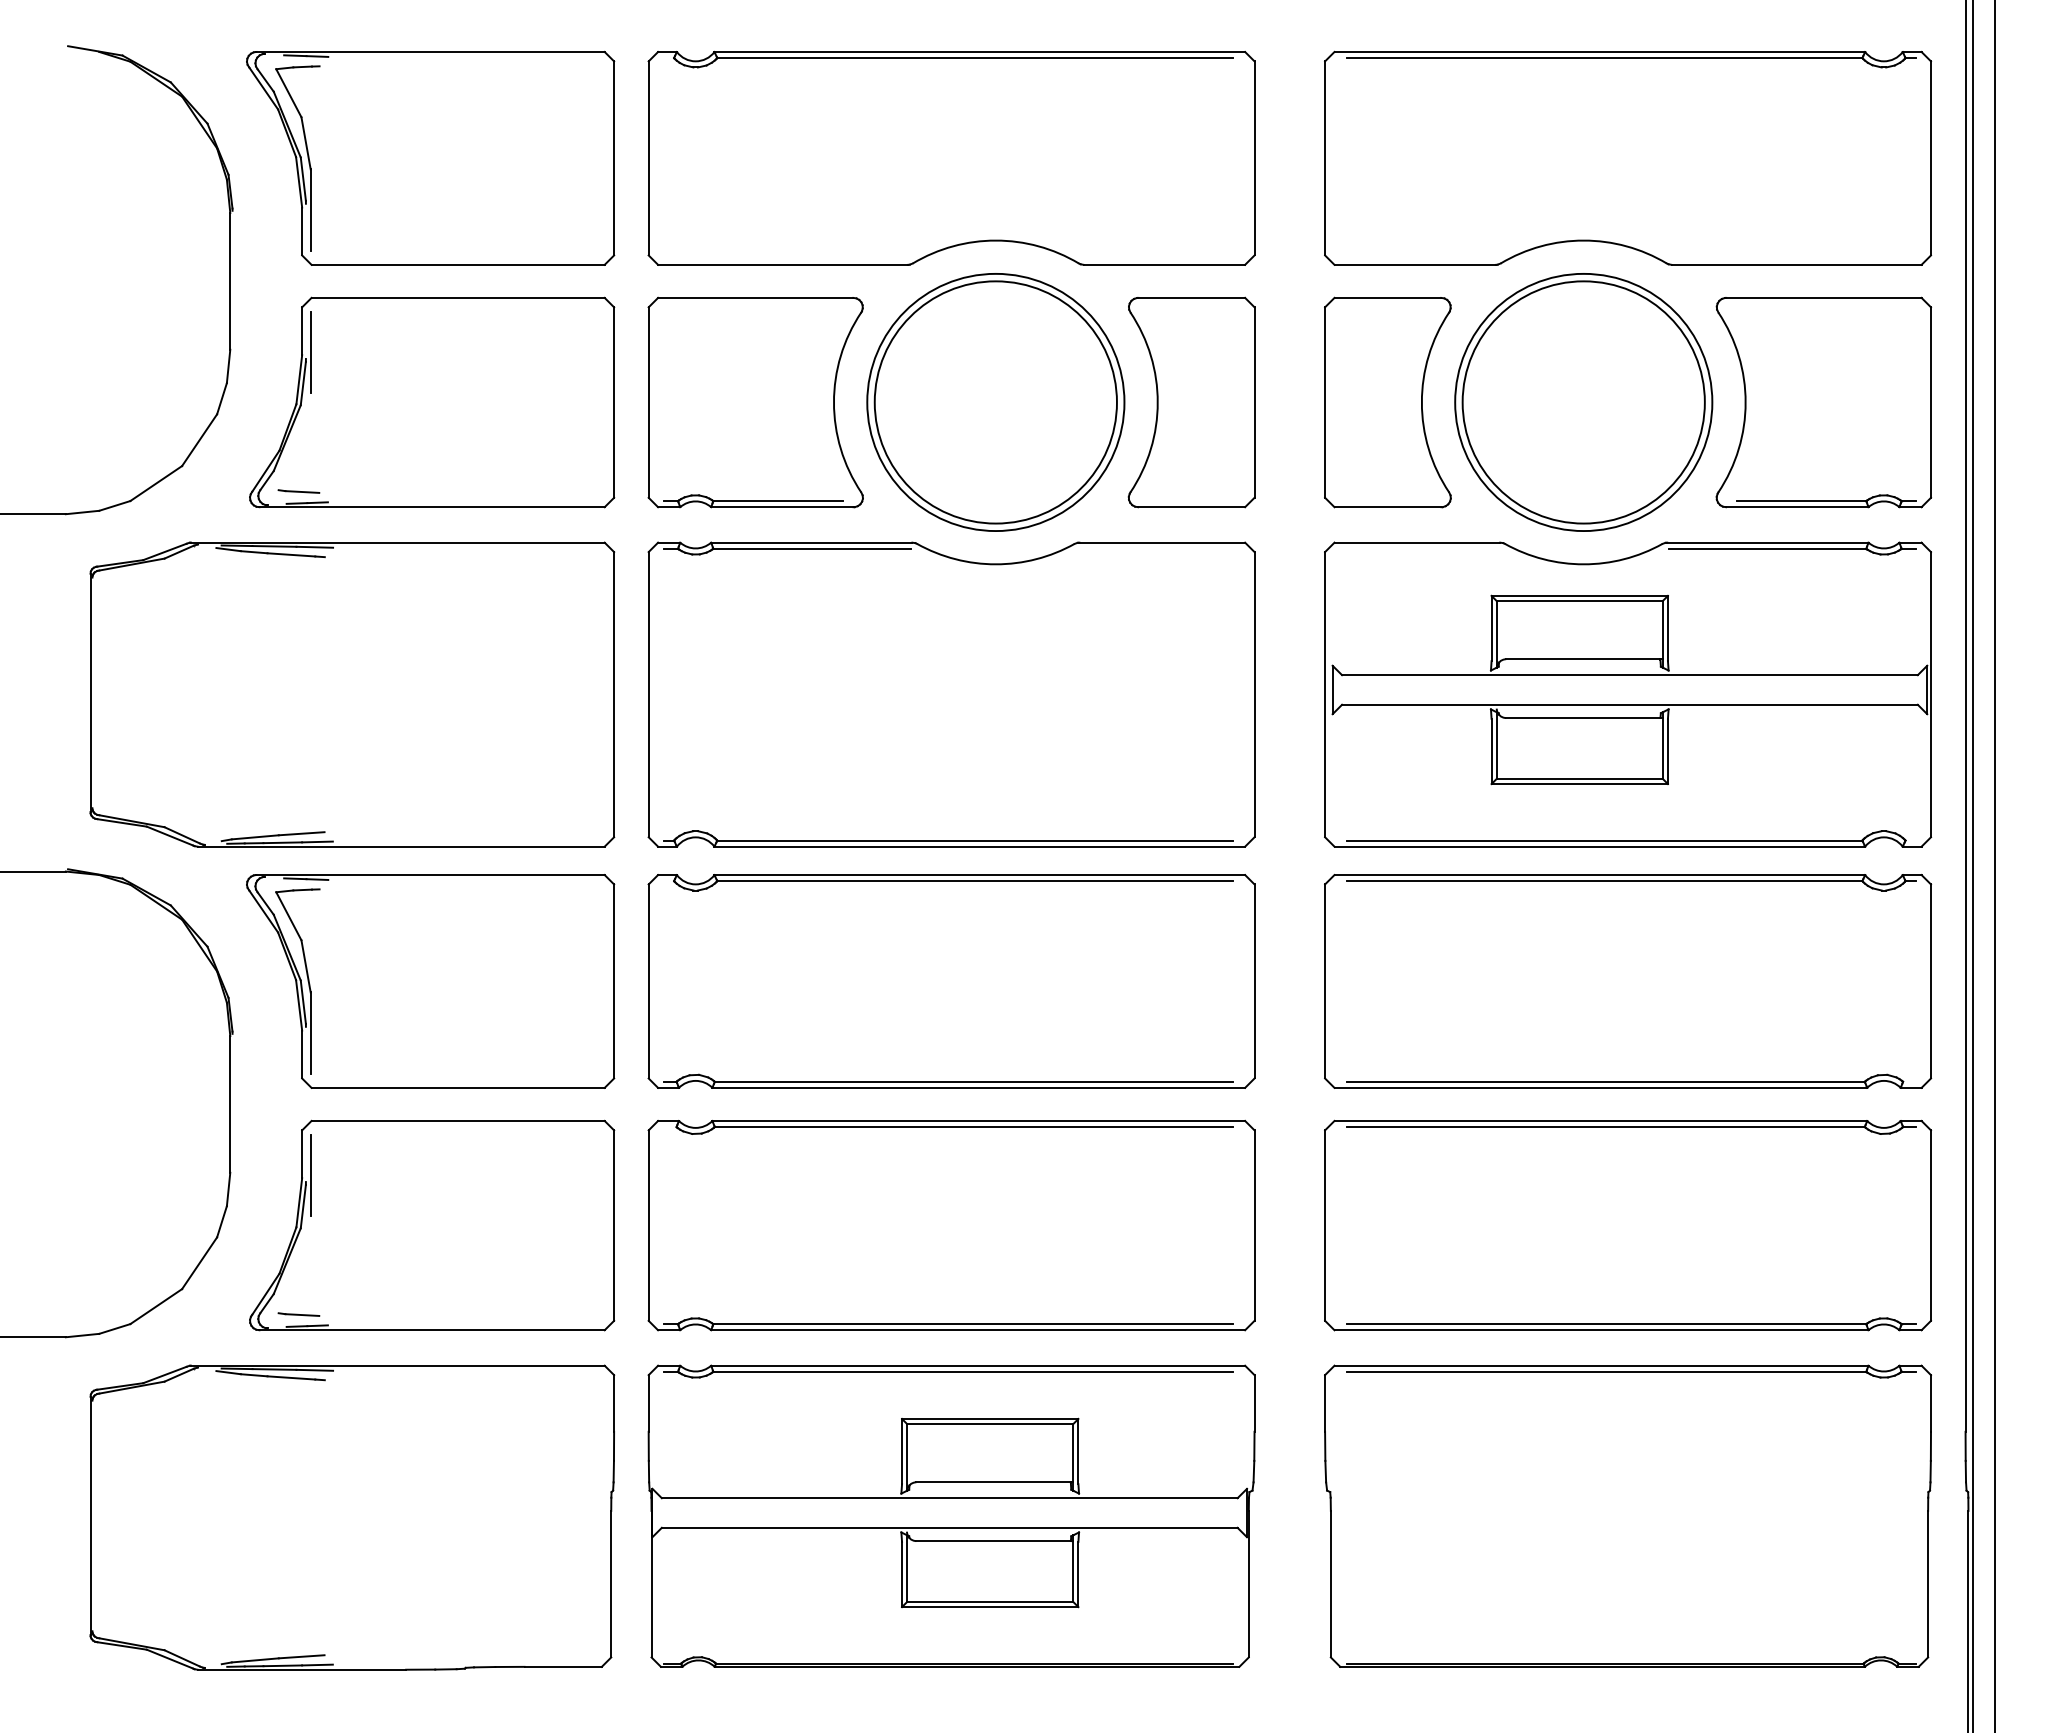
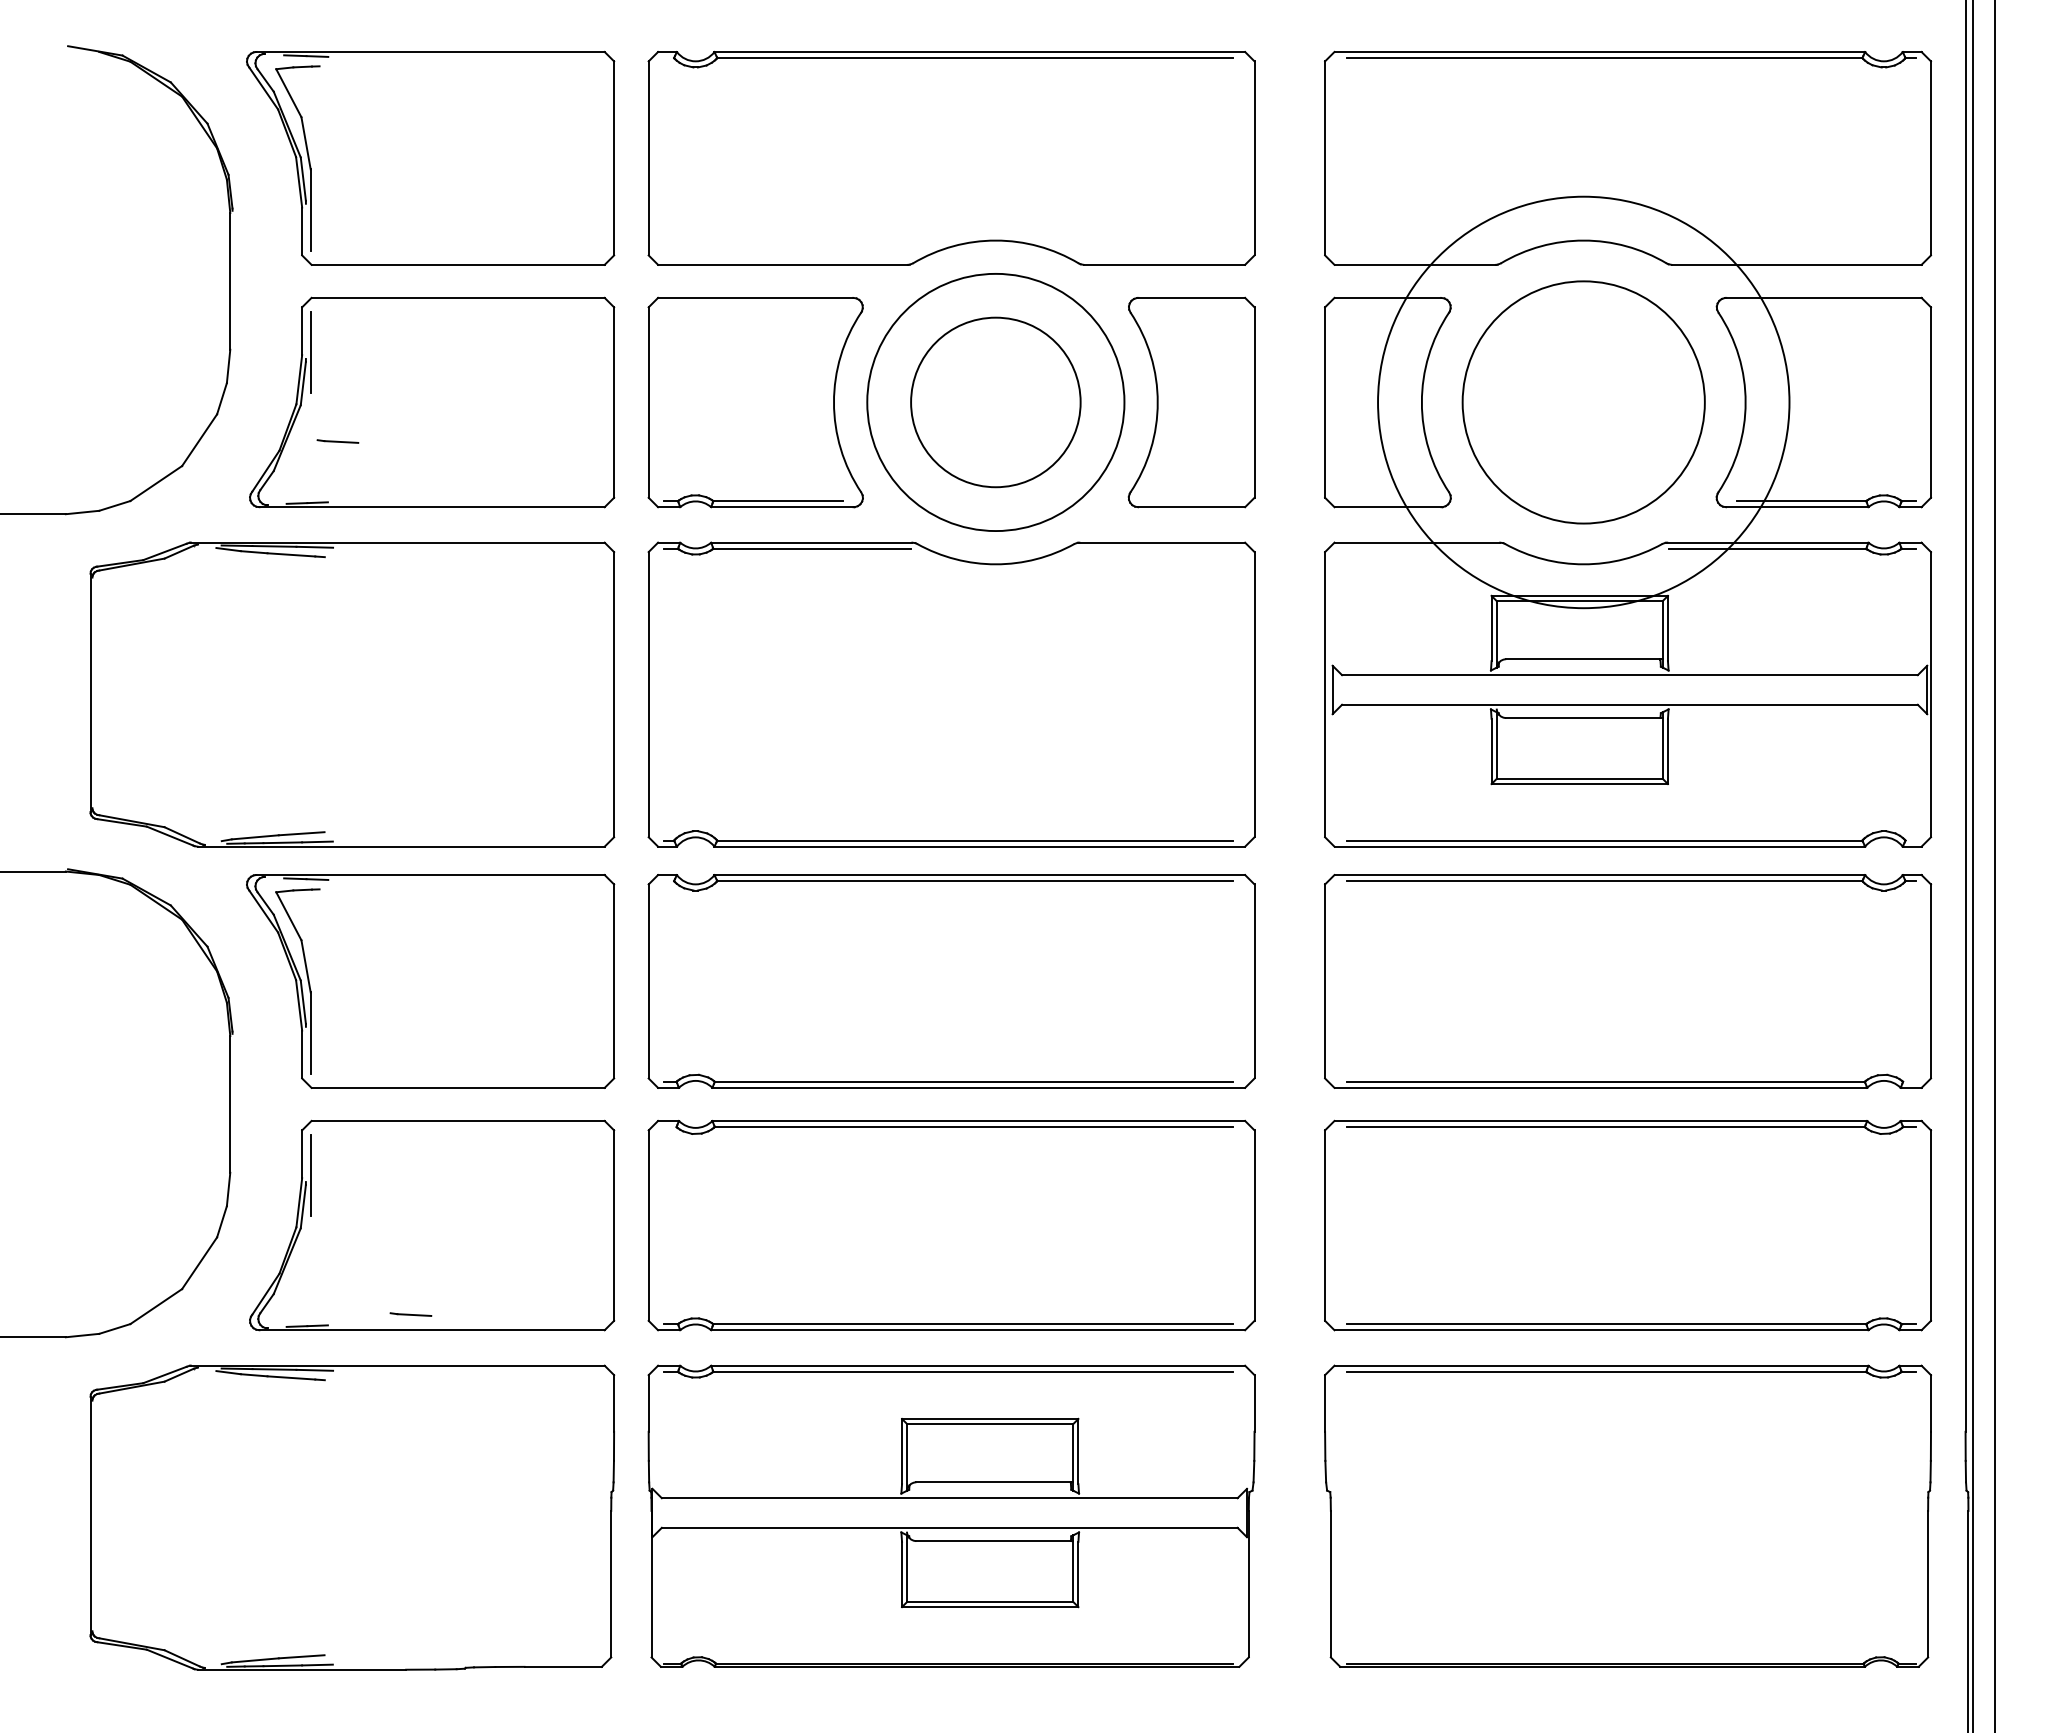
circle at (995, 402) diameter: 242 px -> 170 px
circle at (1583, 402) diameter: 257 px -> 411 px
line at (298, 491) position: (298, 491) -> (337, 441)
line at (298, 1314) position: (298, 1314) -> (410, 1314)
